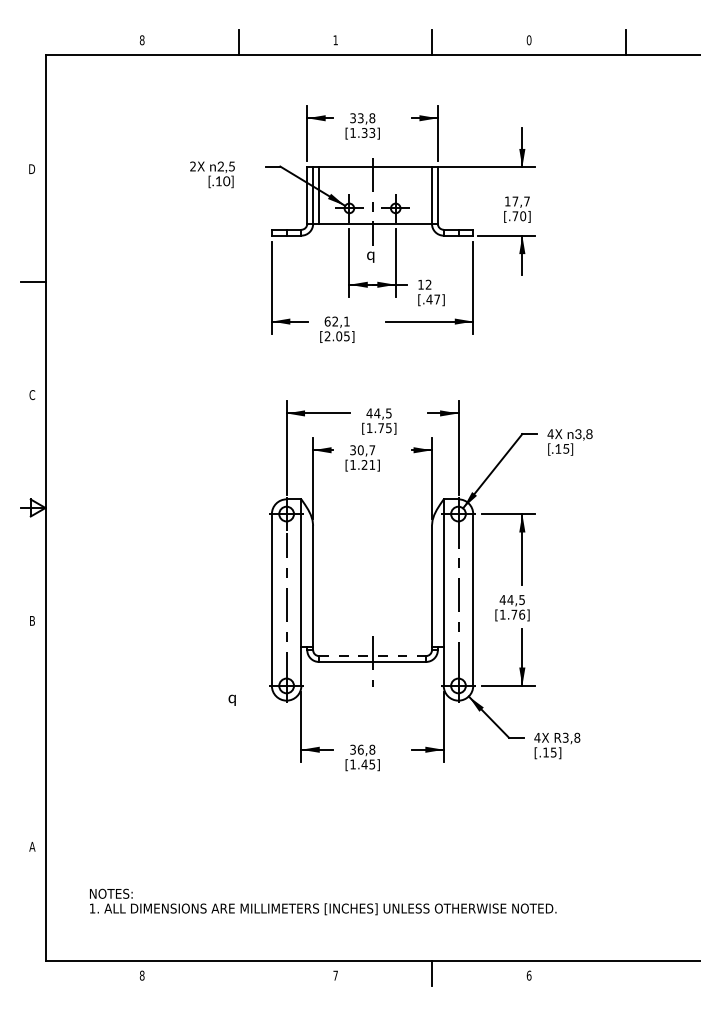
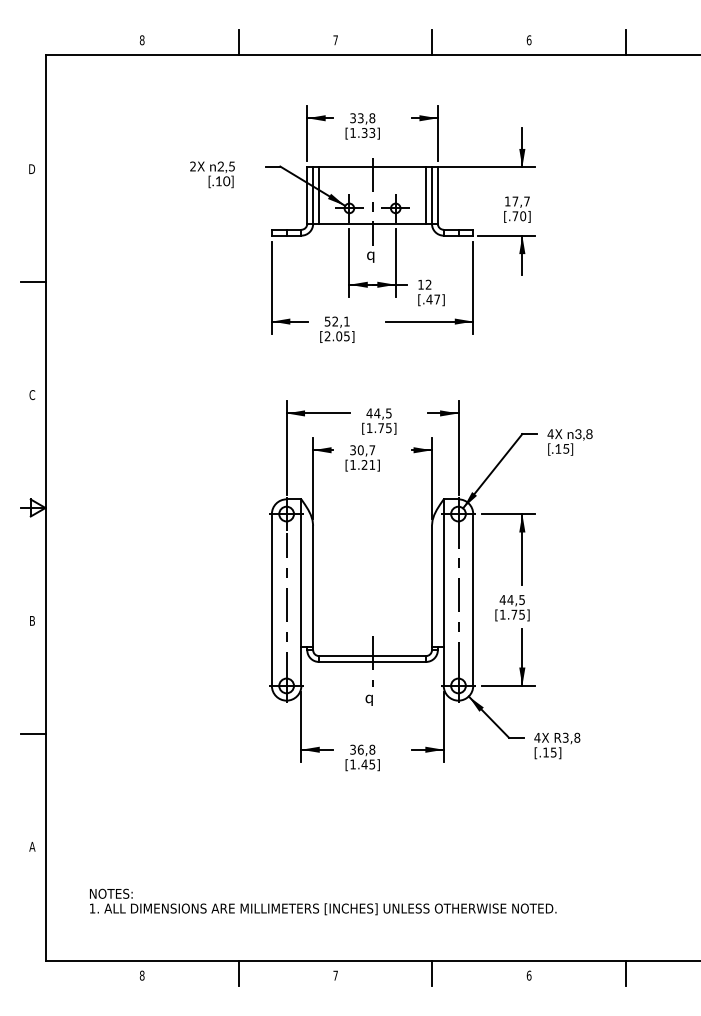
text at (529, 39): 0 -> 6
text at (335, 40): 1 -> 7
line at (426, 195): none -> present
text at (327, 321): 62,1 -> 52,1
text at (522, 614): [1.76] -> [1.75]
line at (372, 656): dashed -> solid
text at (231, 699) position: (231, 699) -> (368, 699)
line at (32, 733): none -> present
line at (238, 972): none -> present
line at (625, 972): none -> present
